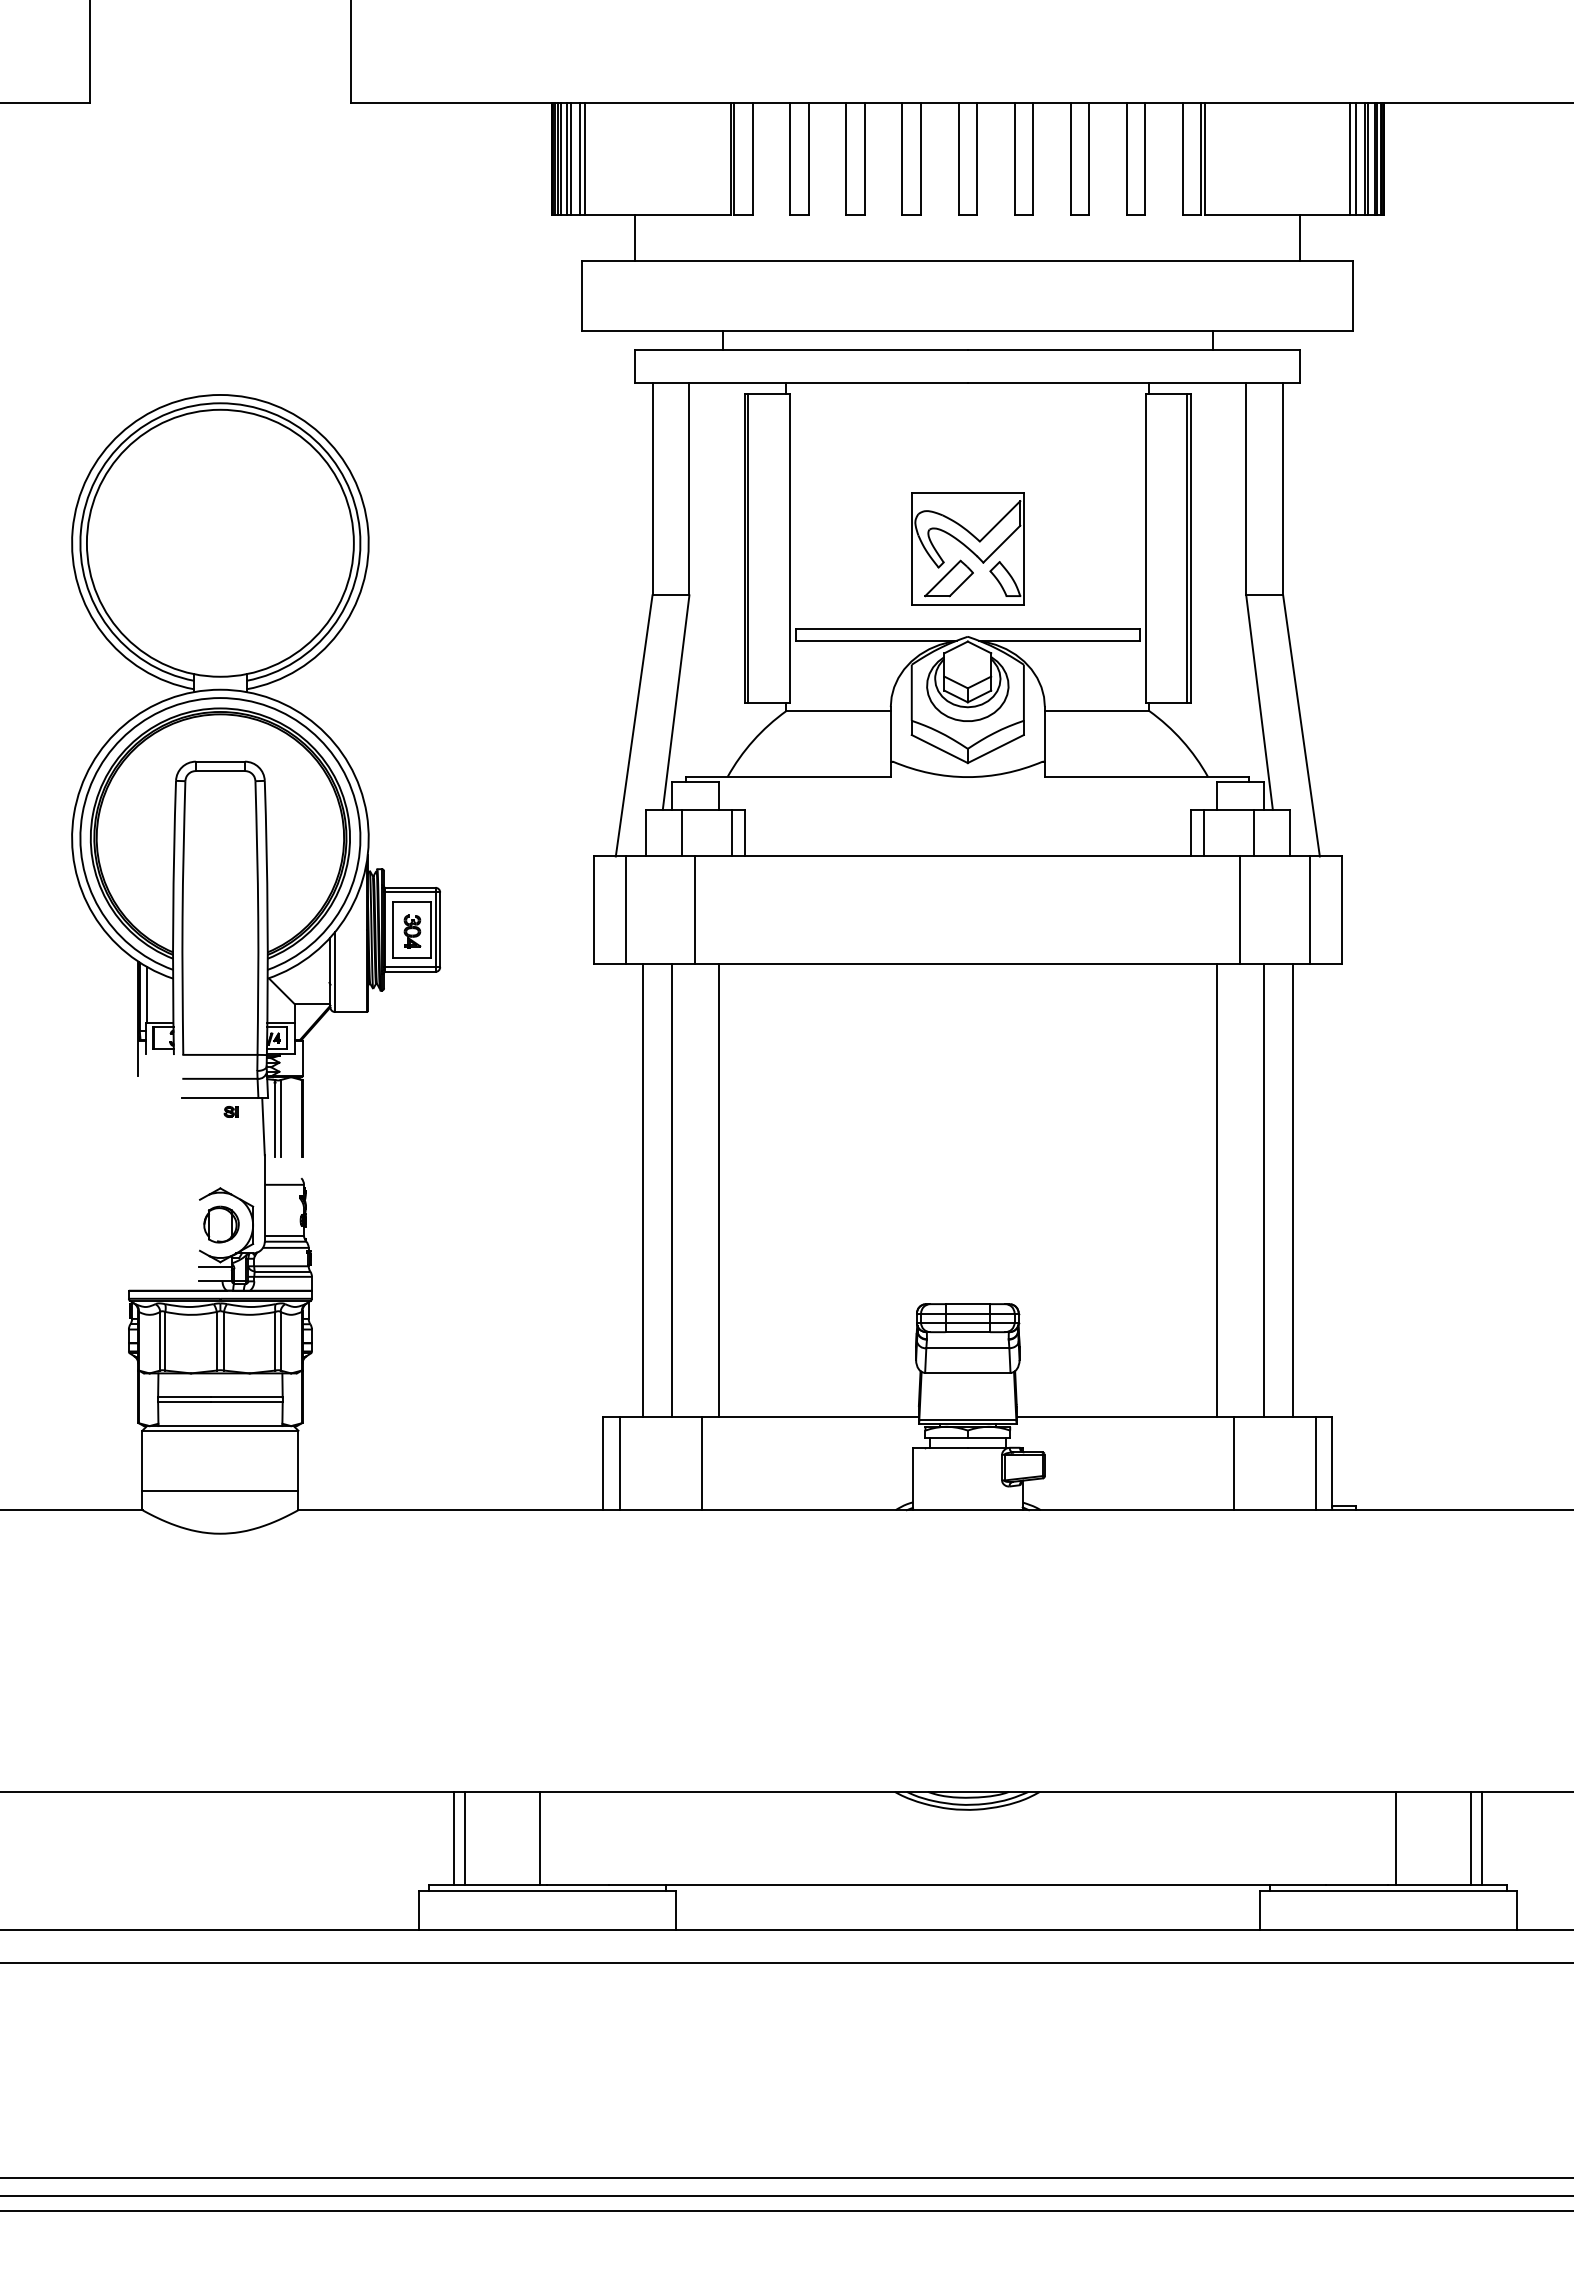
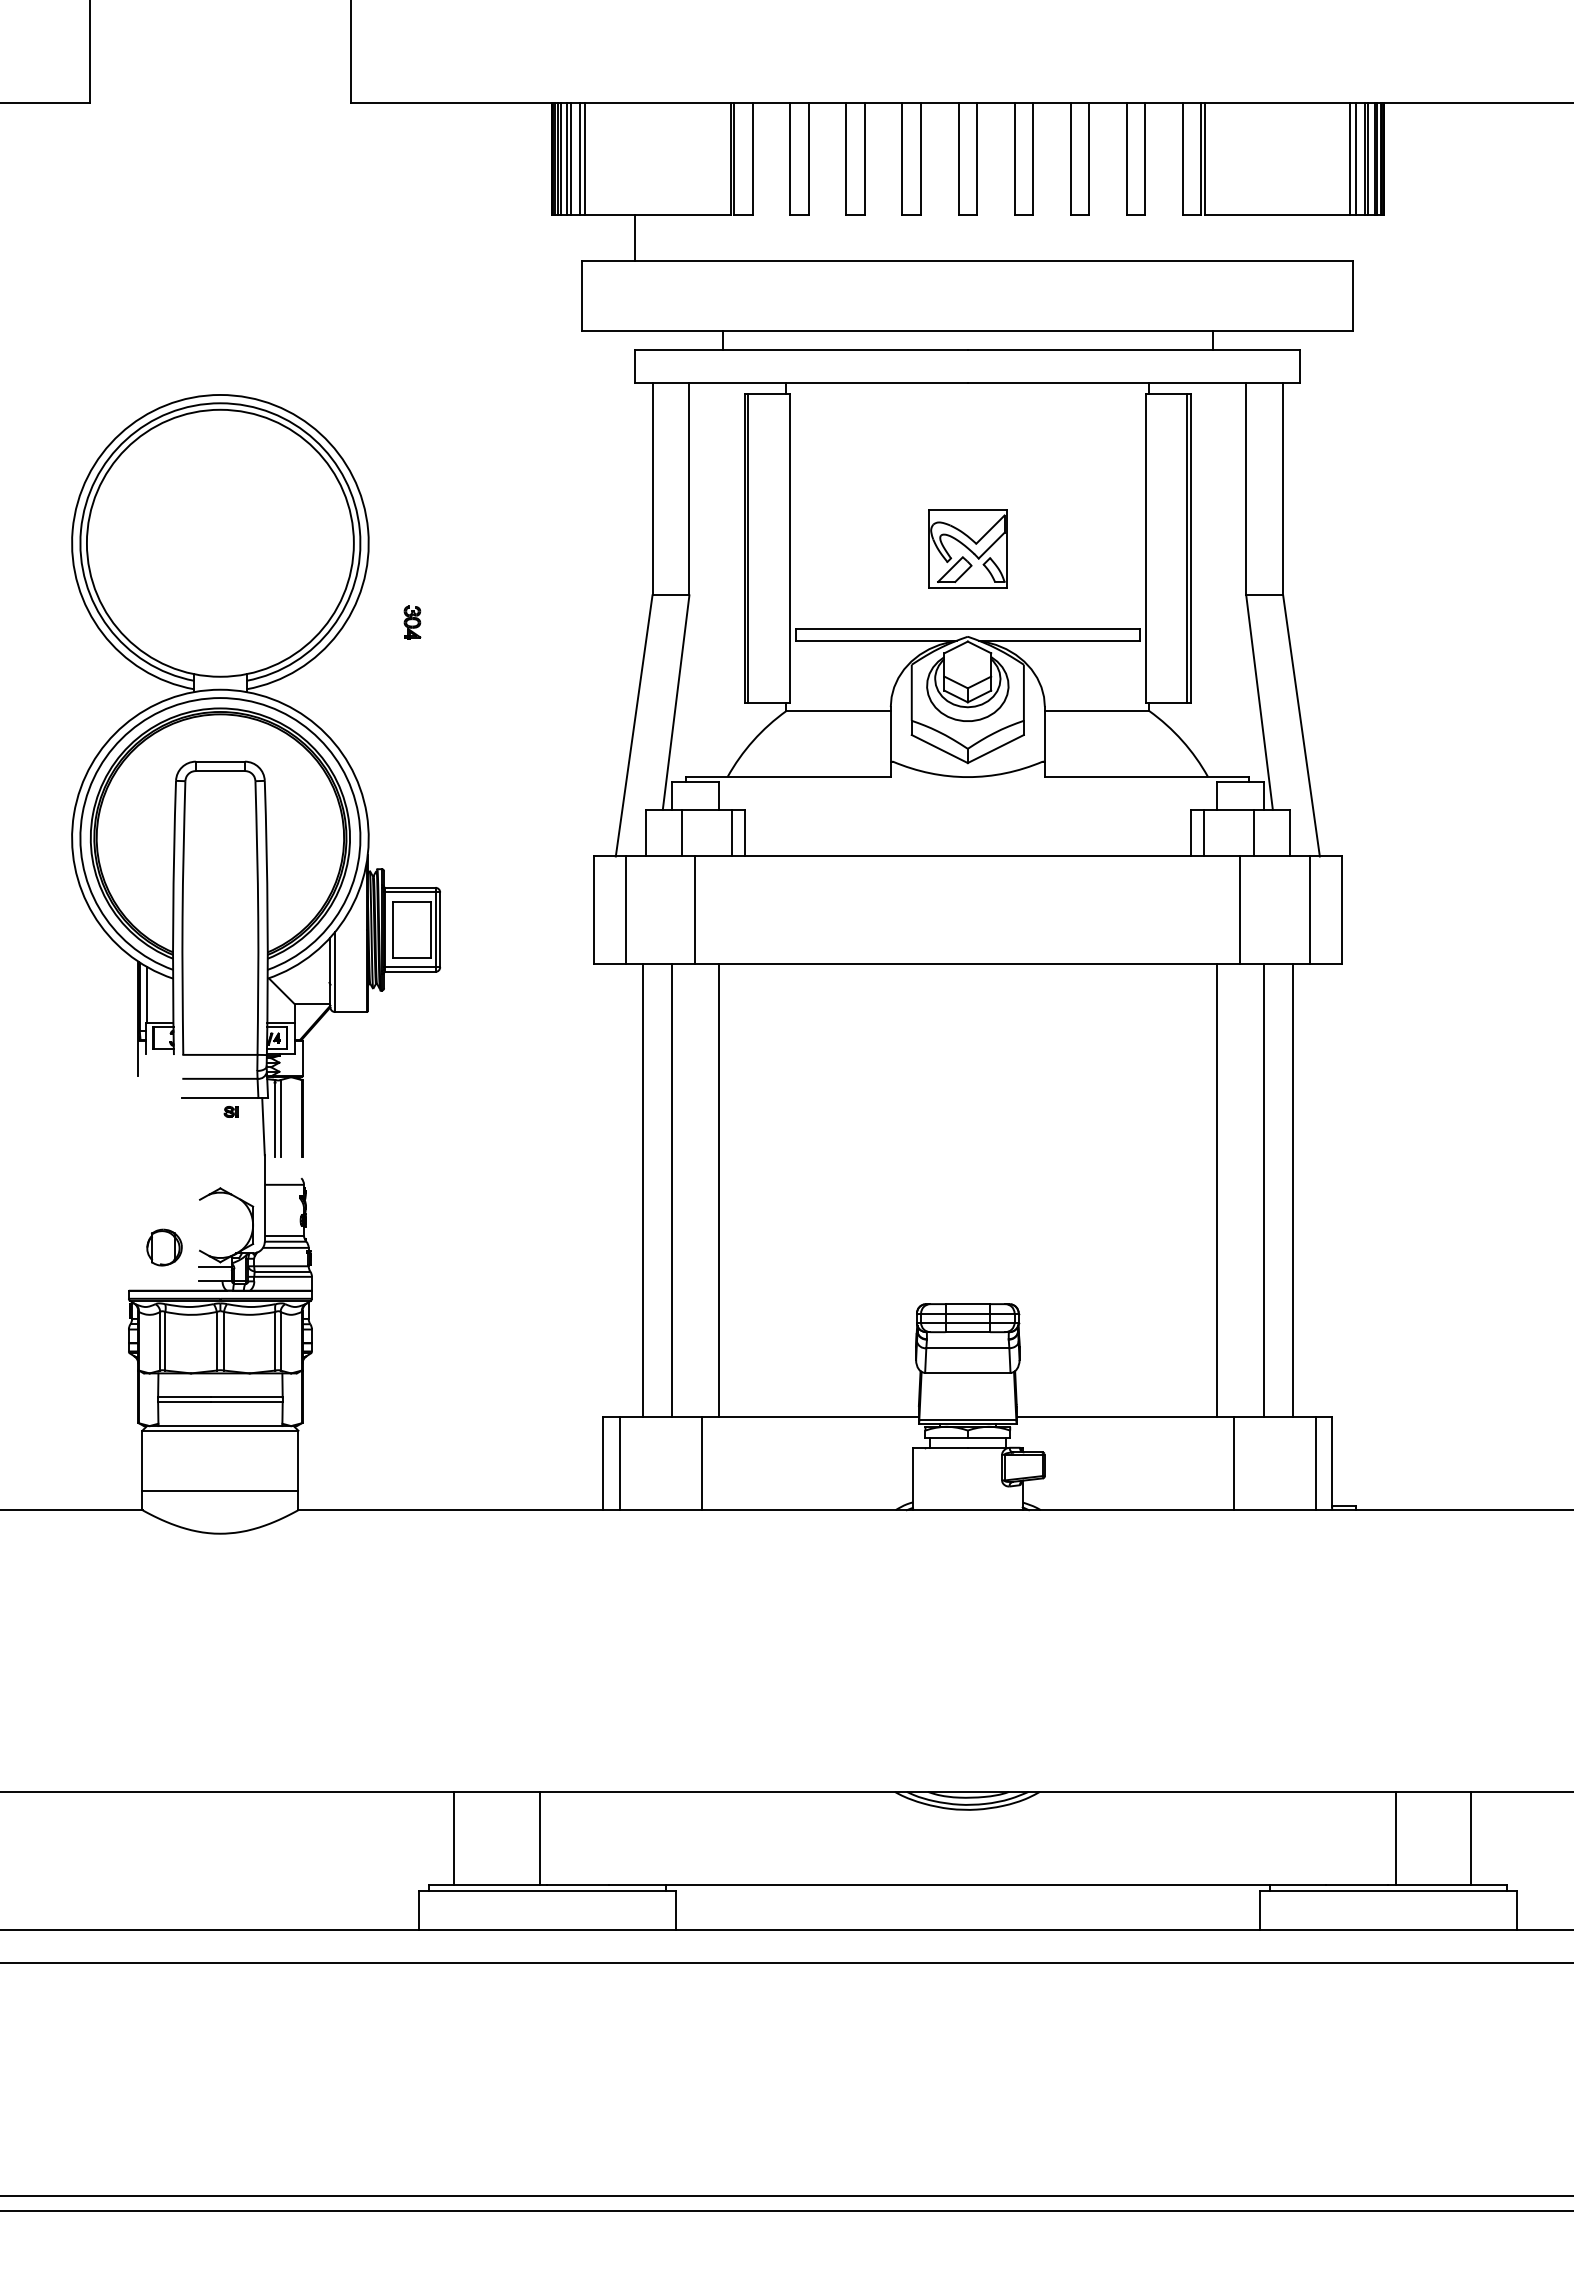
line at (1300, 237): present -> none
part at (967, 548) size: 114x114 px -> 80x80 px
part at (412, 931) position: (412, 931) -> (412, 622)
part at (221, 1224) position: (221, 1224) -> (164, 1247)
line at (465, 1837): present -> none
line at (1481, 1837): present -> none
line at (786, 2177): present -> none
